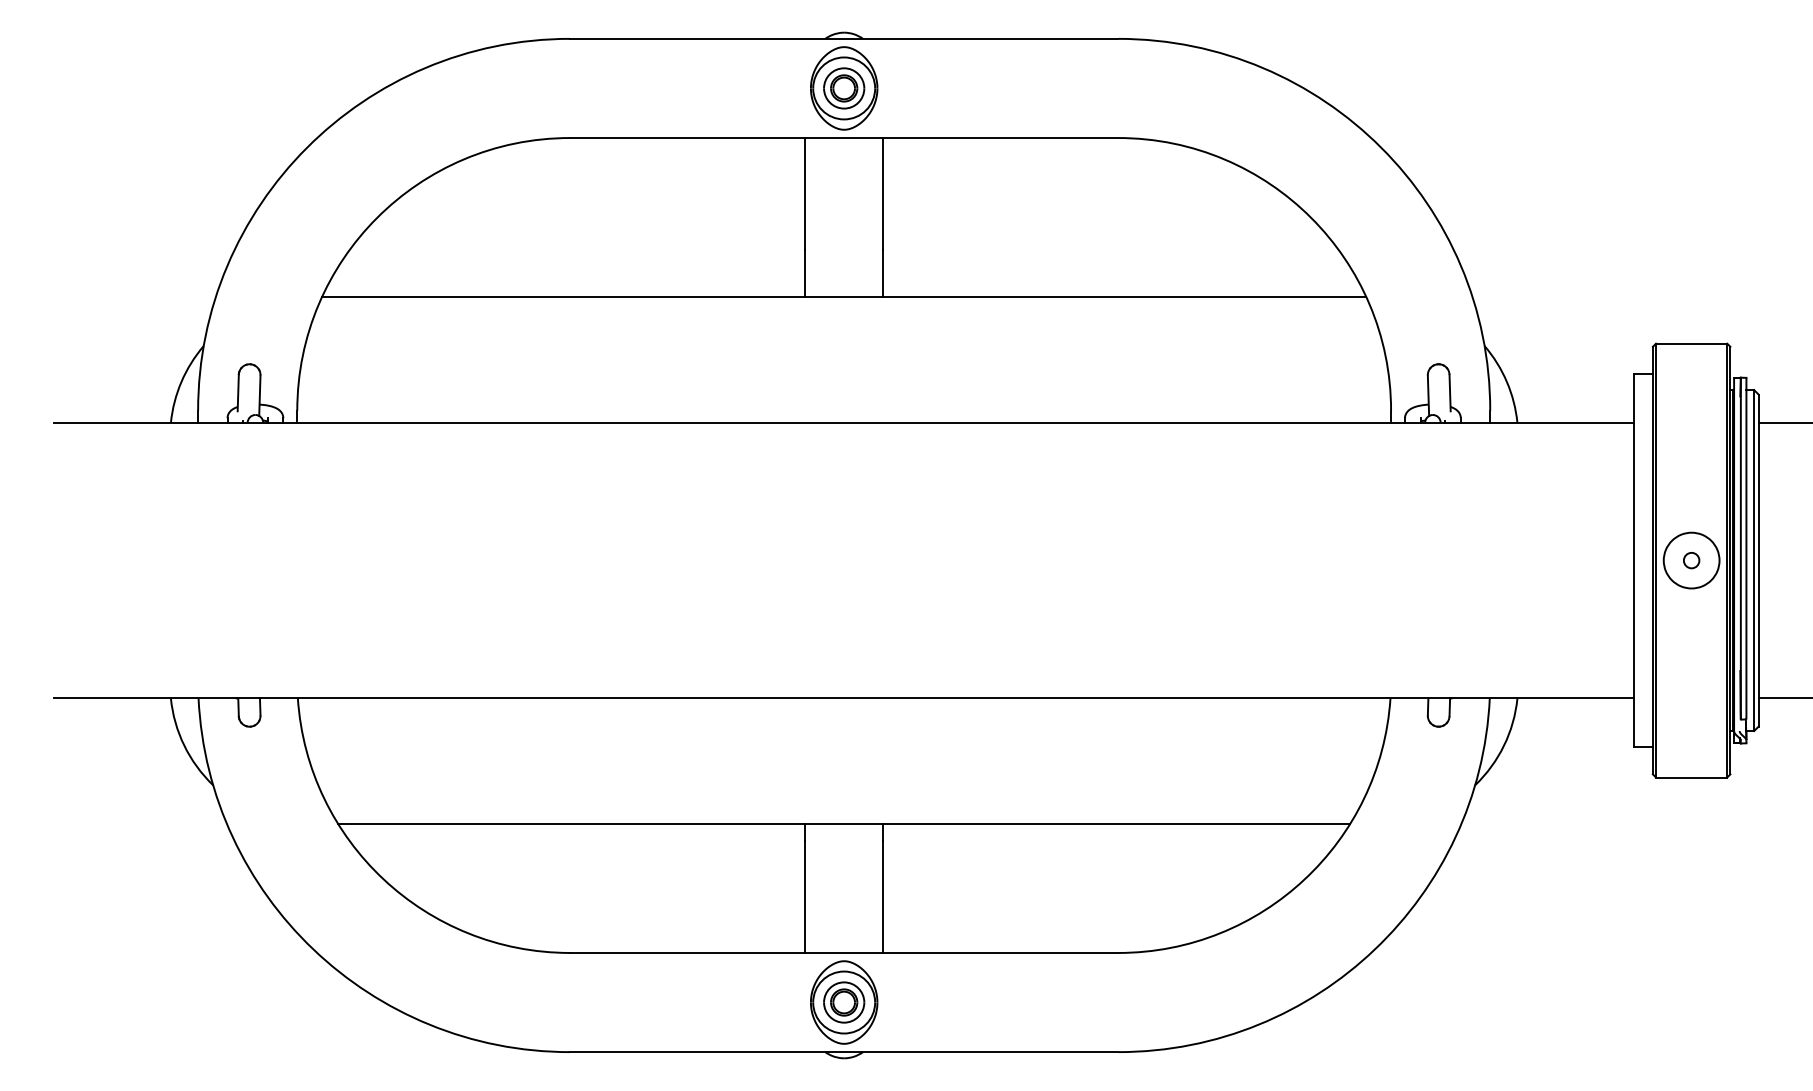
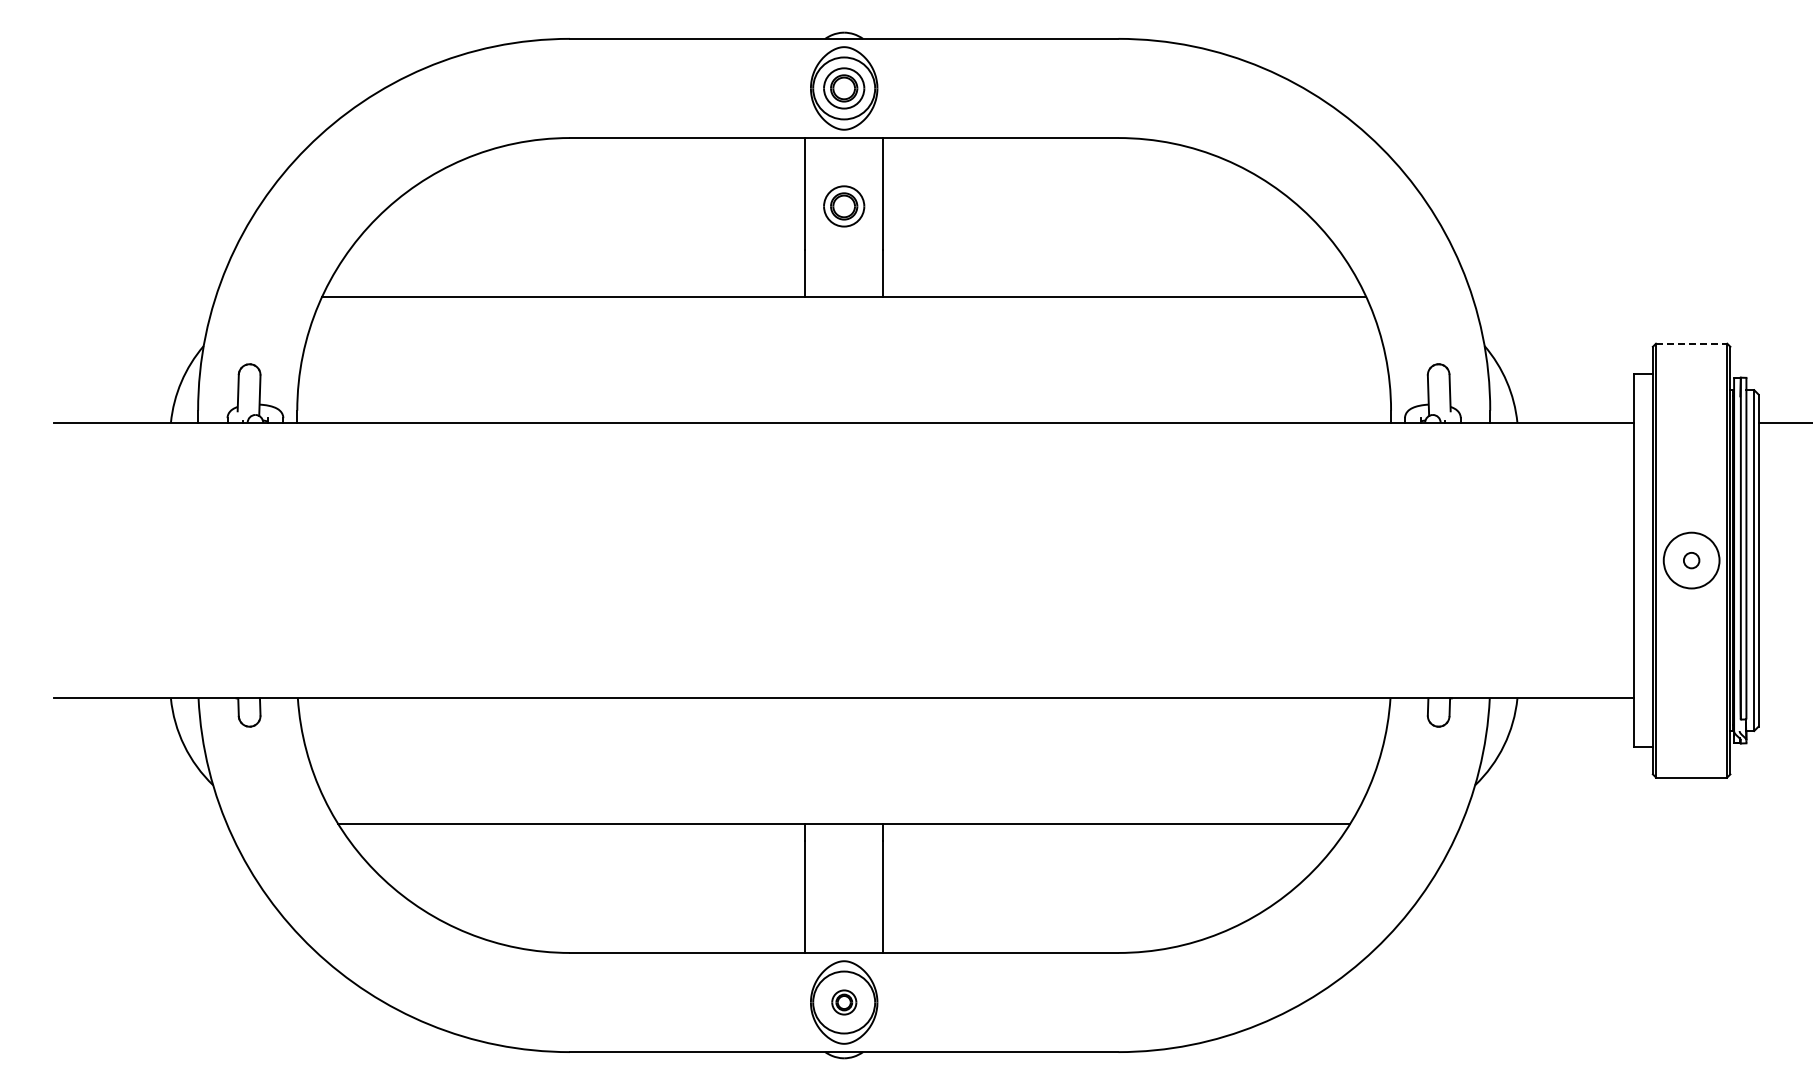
part at (844, 206): none -> present
line at (1691, 343): solid -> dashed
line at (1783, 698): present -> none
part at (844, 1002) size: 43x43 px -> 27x27 px
